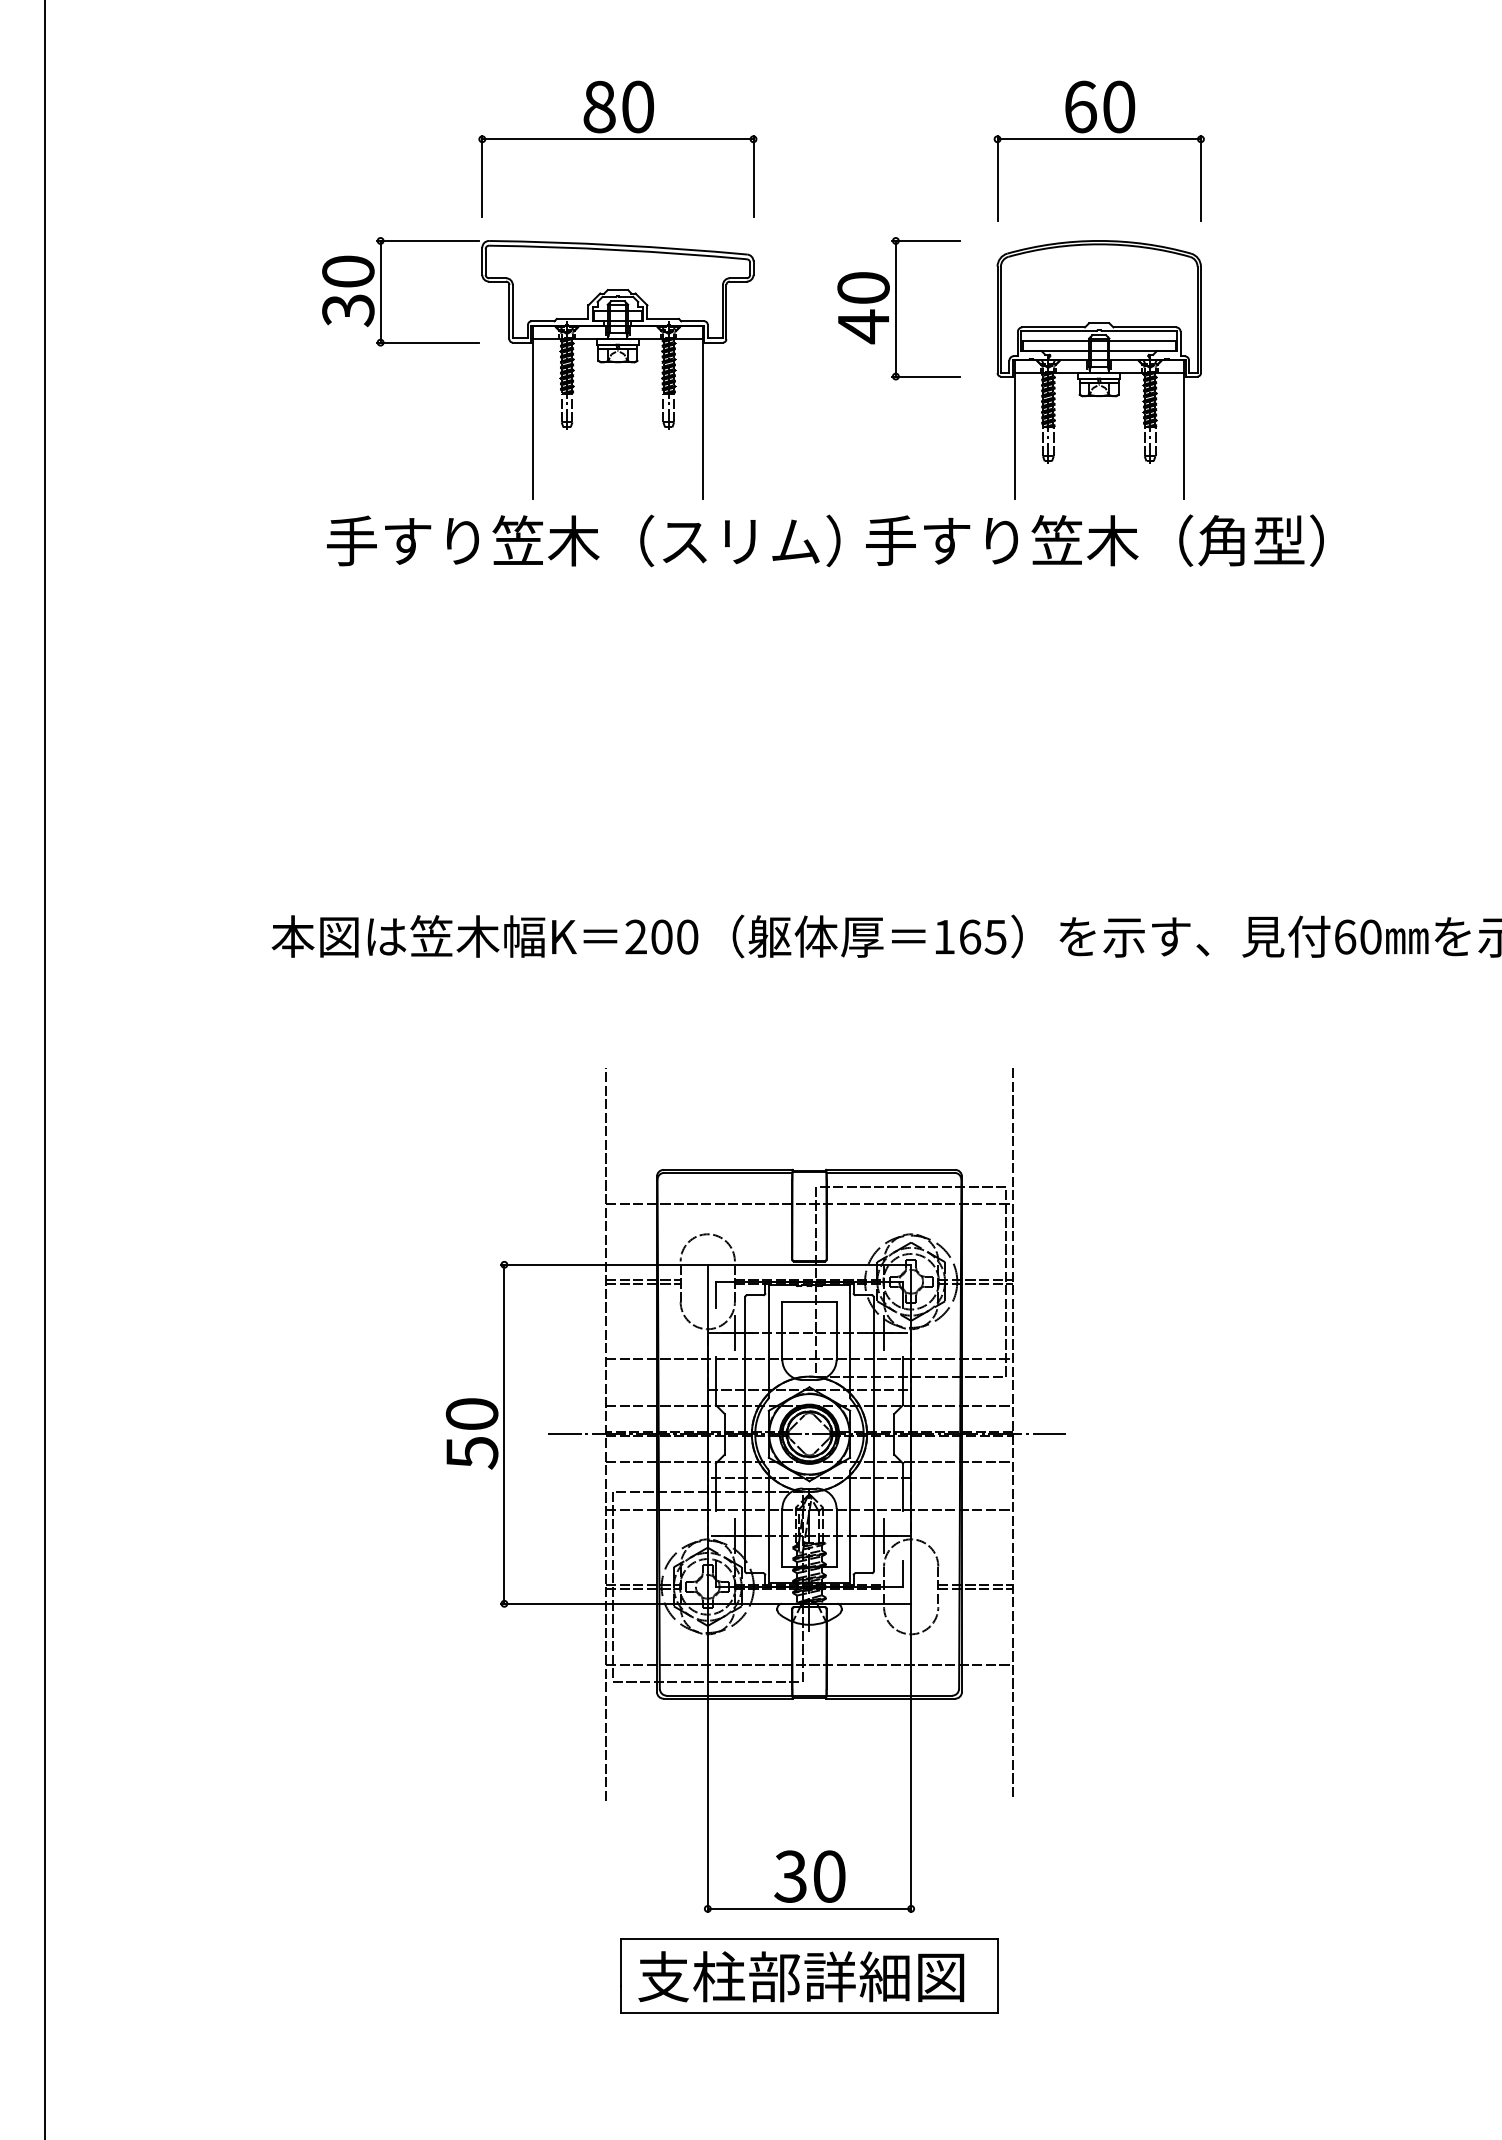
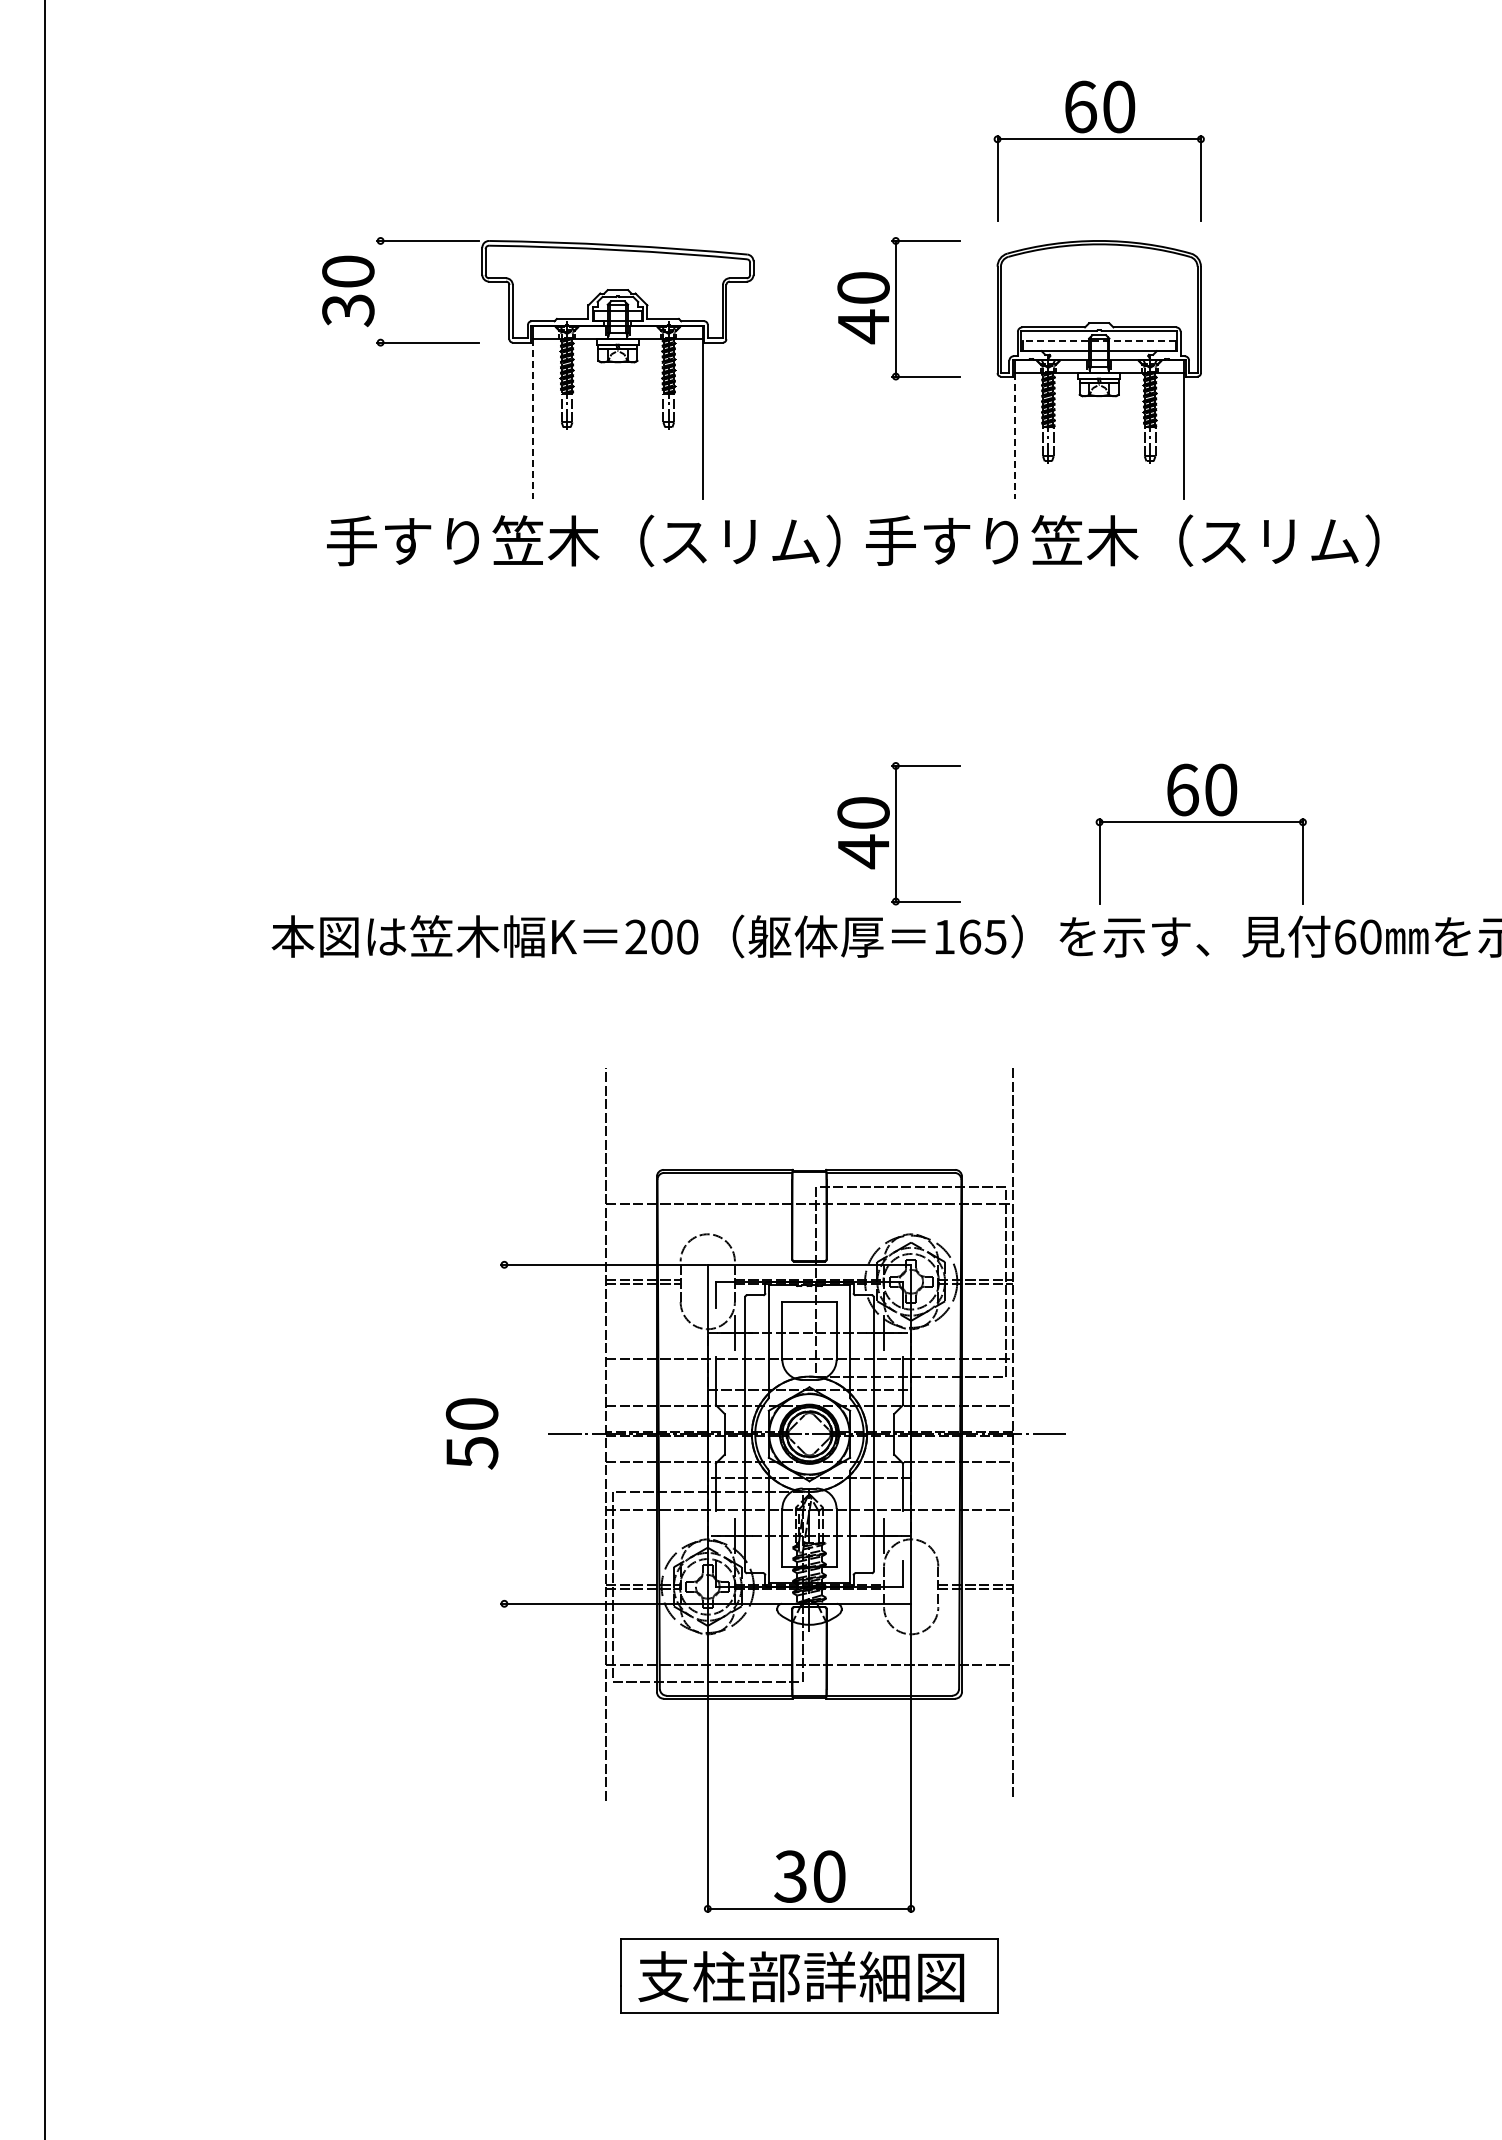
part at (617, 139): present -> none
line at (380, 291): present -> none
line at (1098, 340): solid -> dashed
line at (533, 419): solid -> dashed
line at (1014, 436): solid -> dashed
text at (1288, 540): 手すり笠木（角型） -> 手すり笠木（スリム）
part at (1200, 822): none -> present
part at (898, 833): none -> present
line at (504, 1433): present -> none
